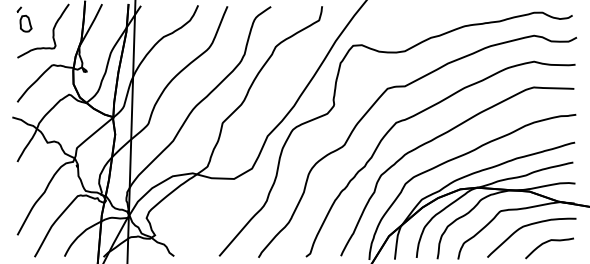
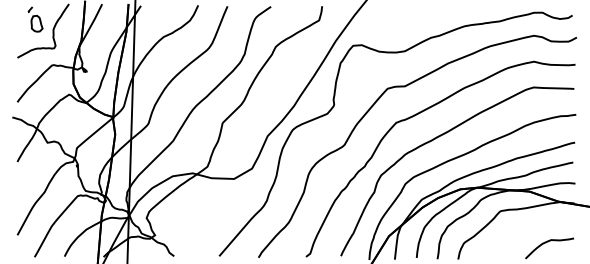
part at (24, 19) position: (24, 19) -> (35, 19)
curve at (527, 226): present -> none
